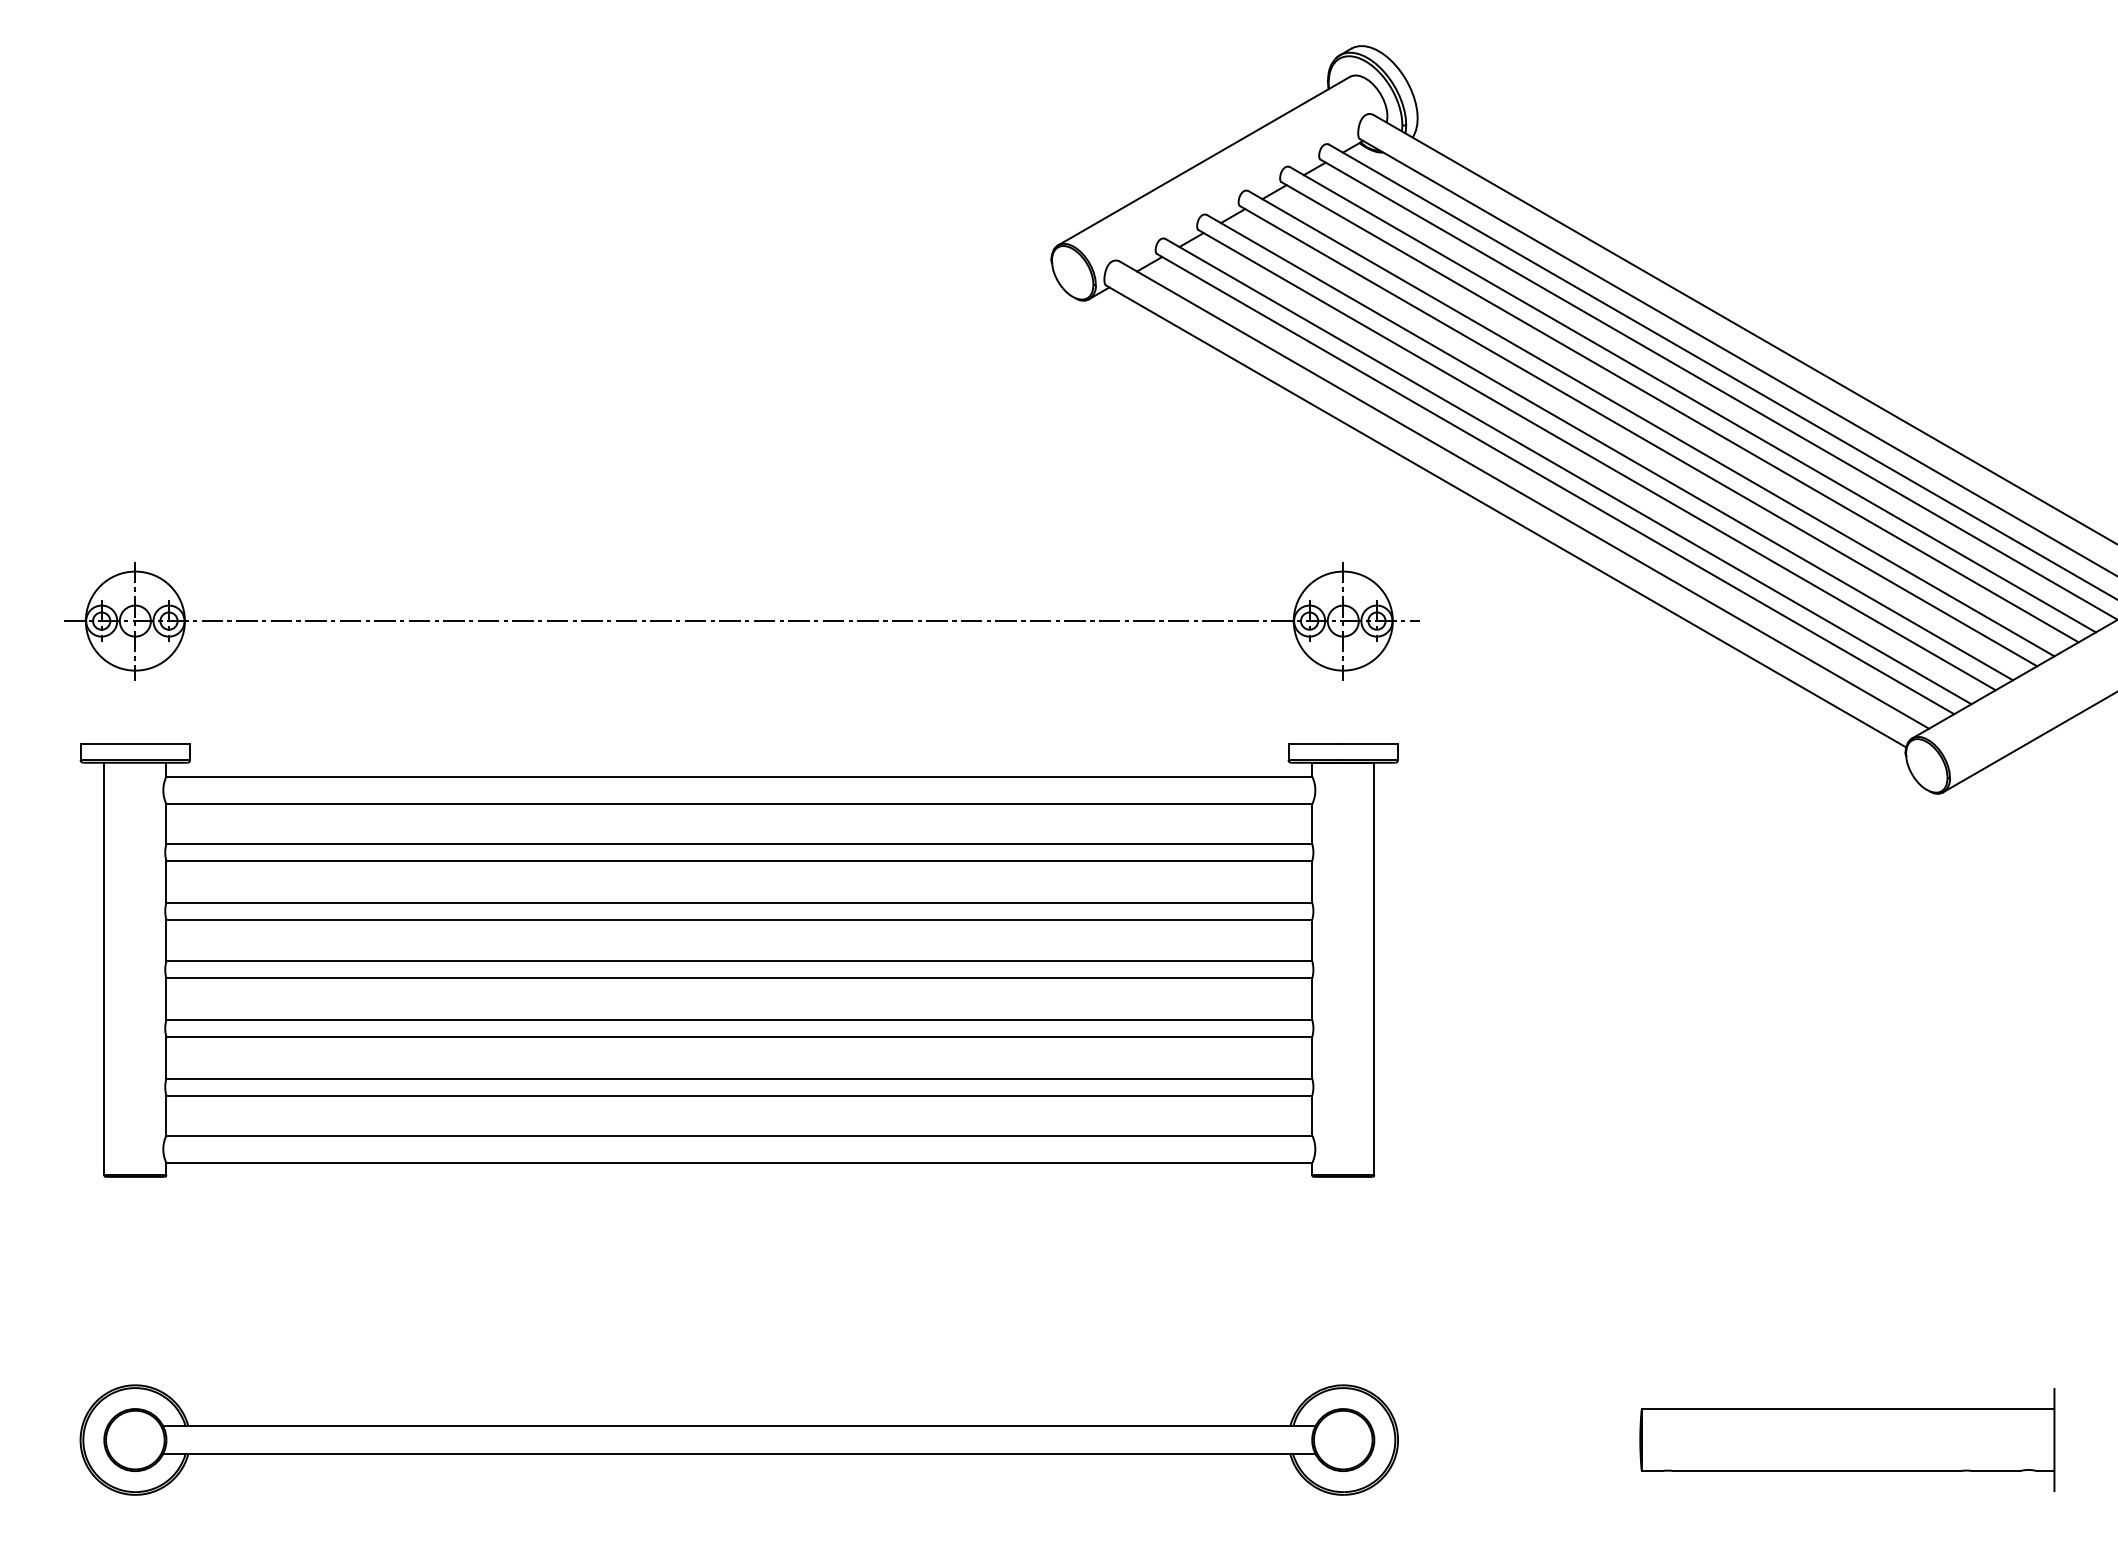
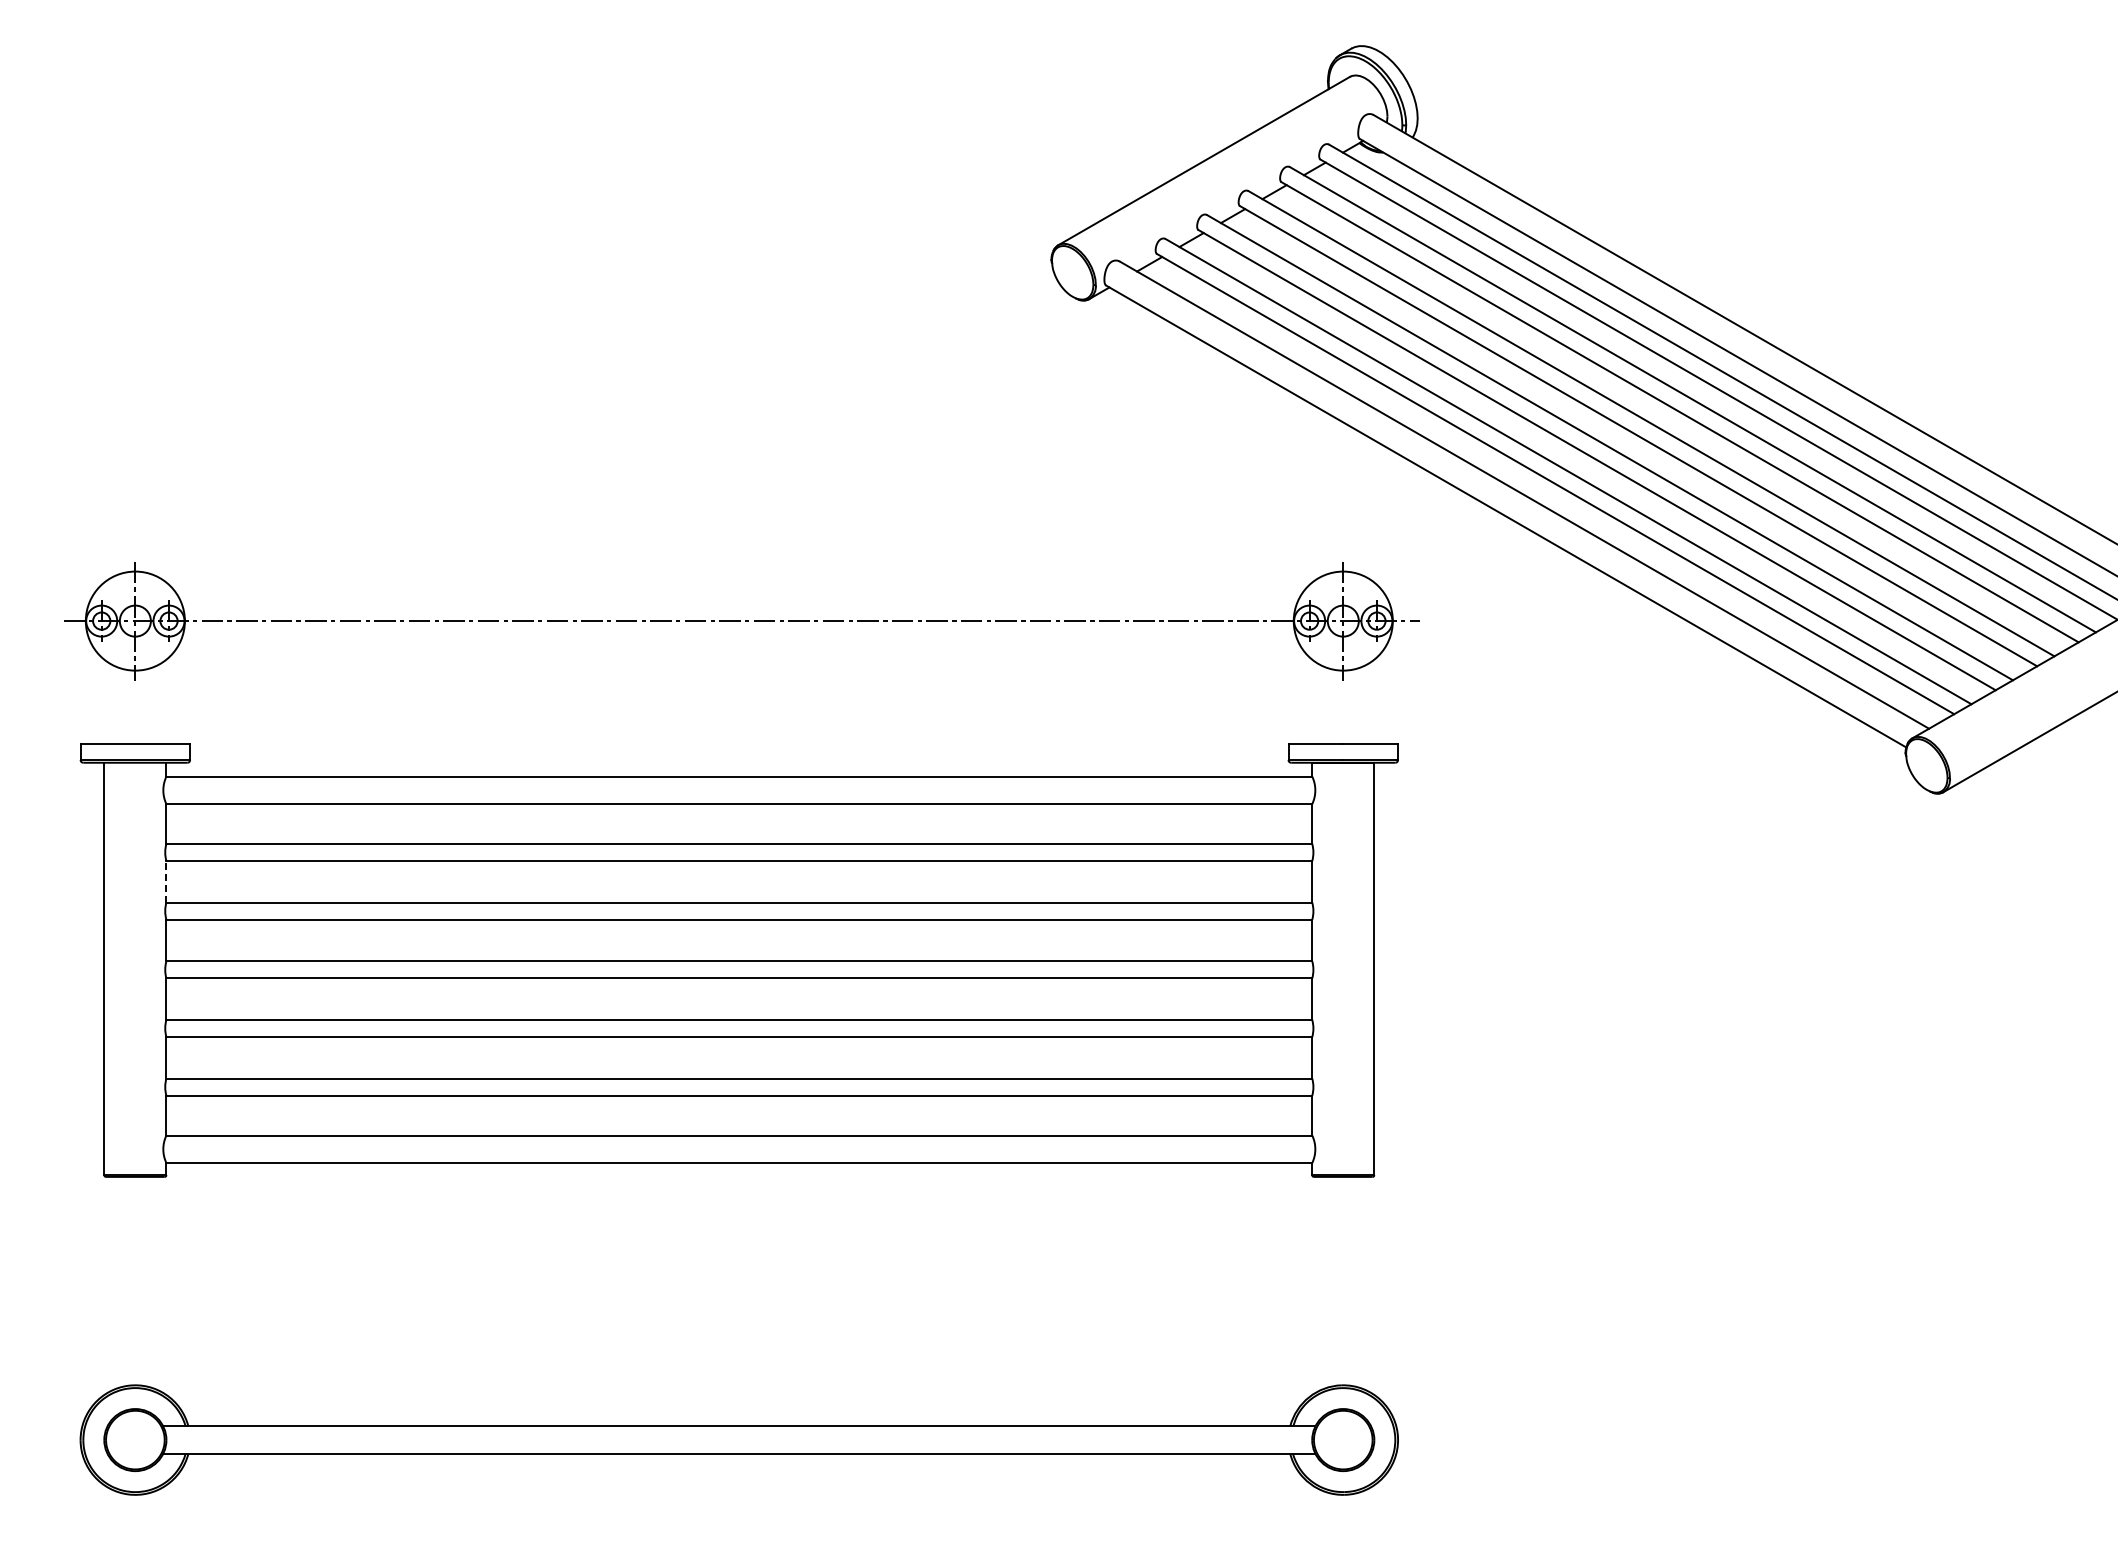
line at (166, 881): solid -> dashed
part at (1847, 1439): present -> none
